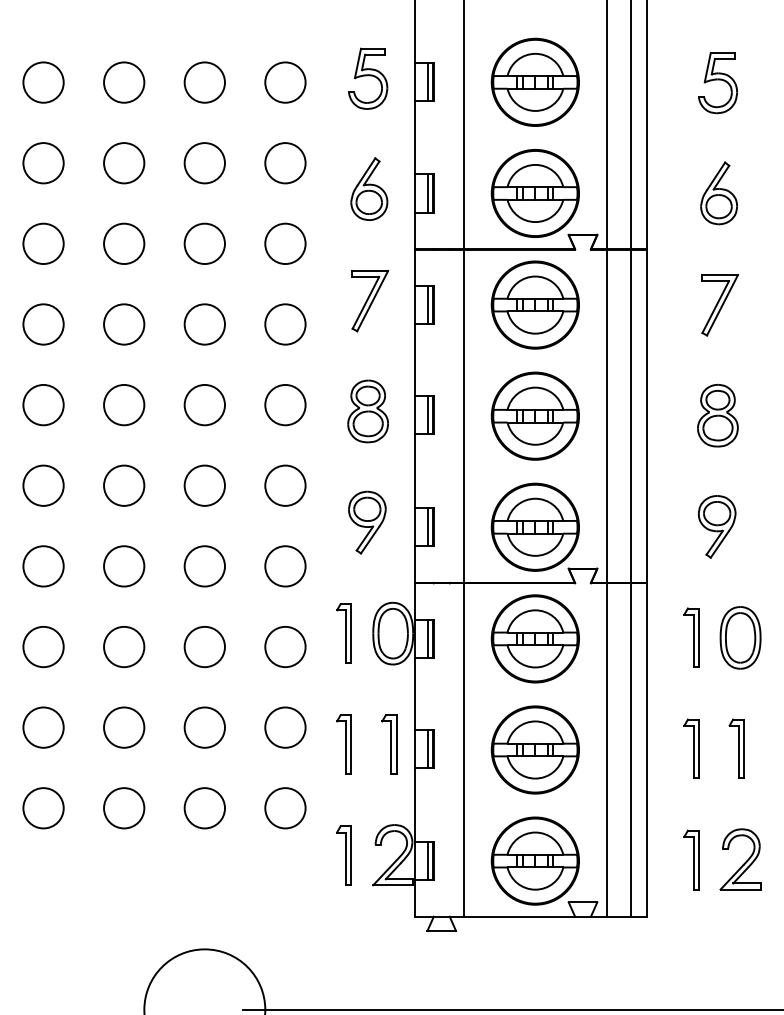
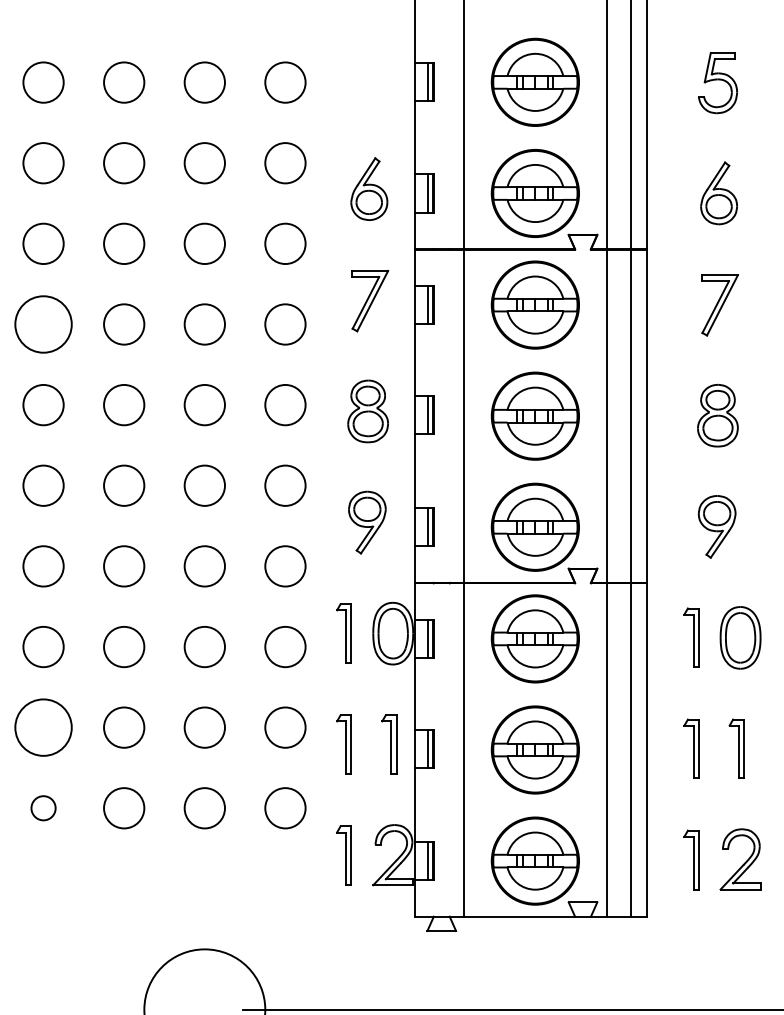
part at (368, 78): present -> none
circle at (43, 324) diameter: 40 px -> 56 px
circle at (43, 727) diameter: 40 px -> 56 px
circle at (43, 808) diameter: 40 px -> 24 px
